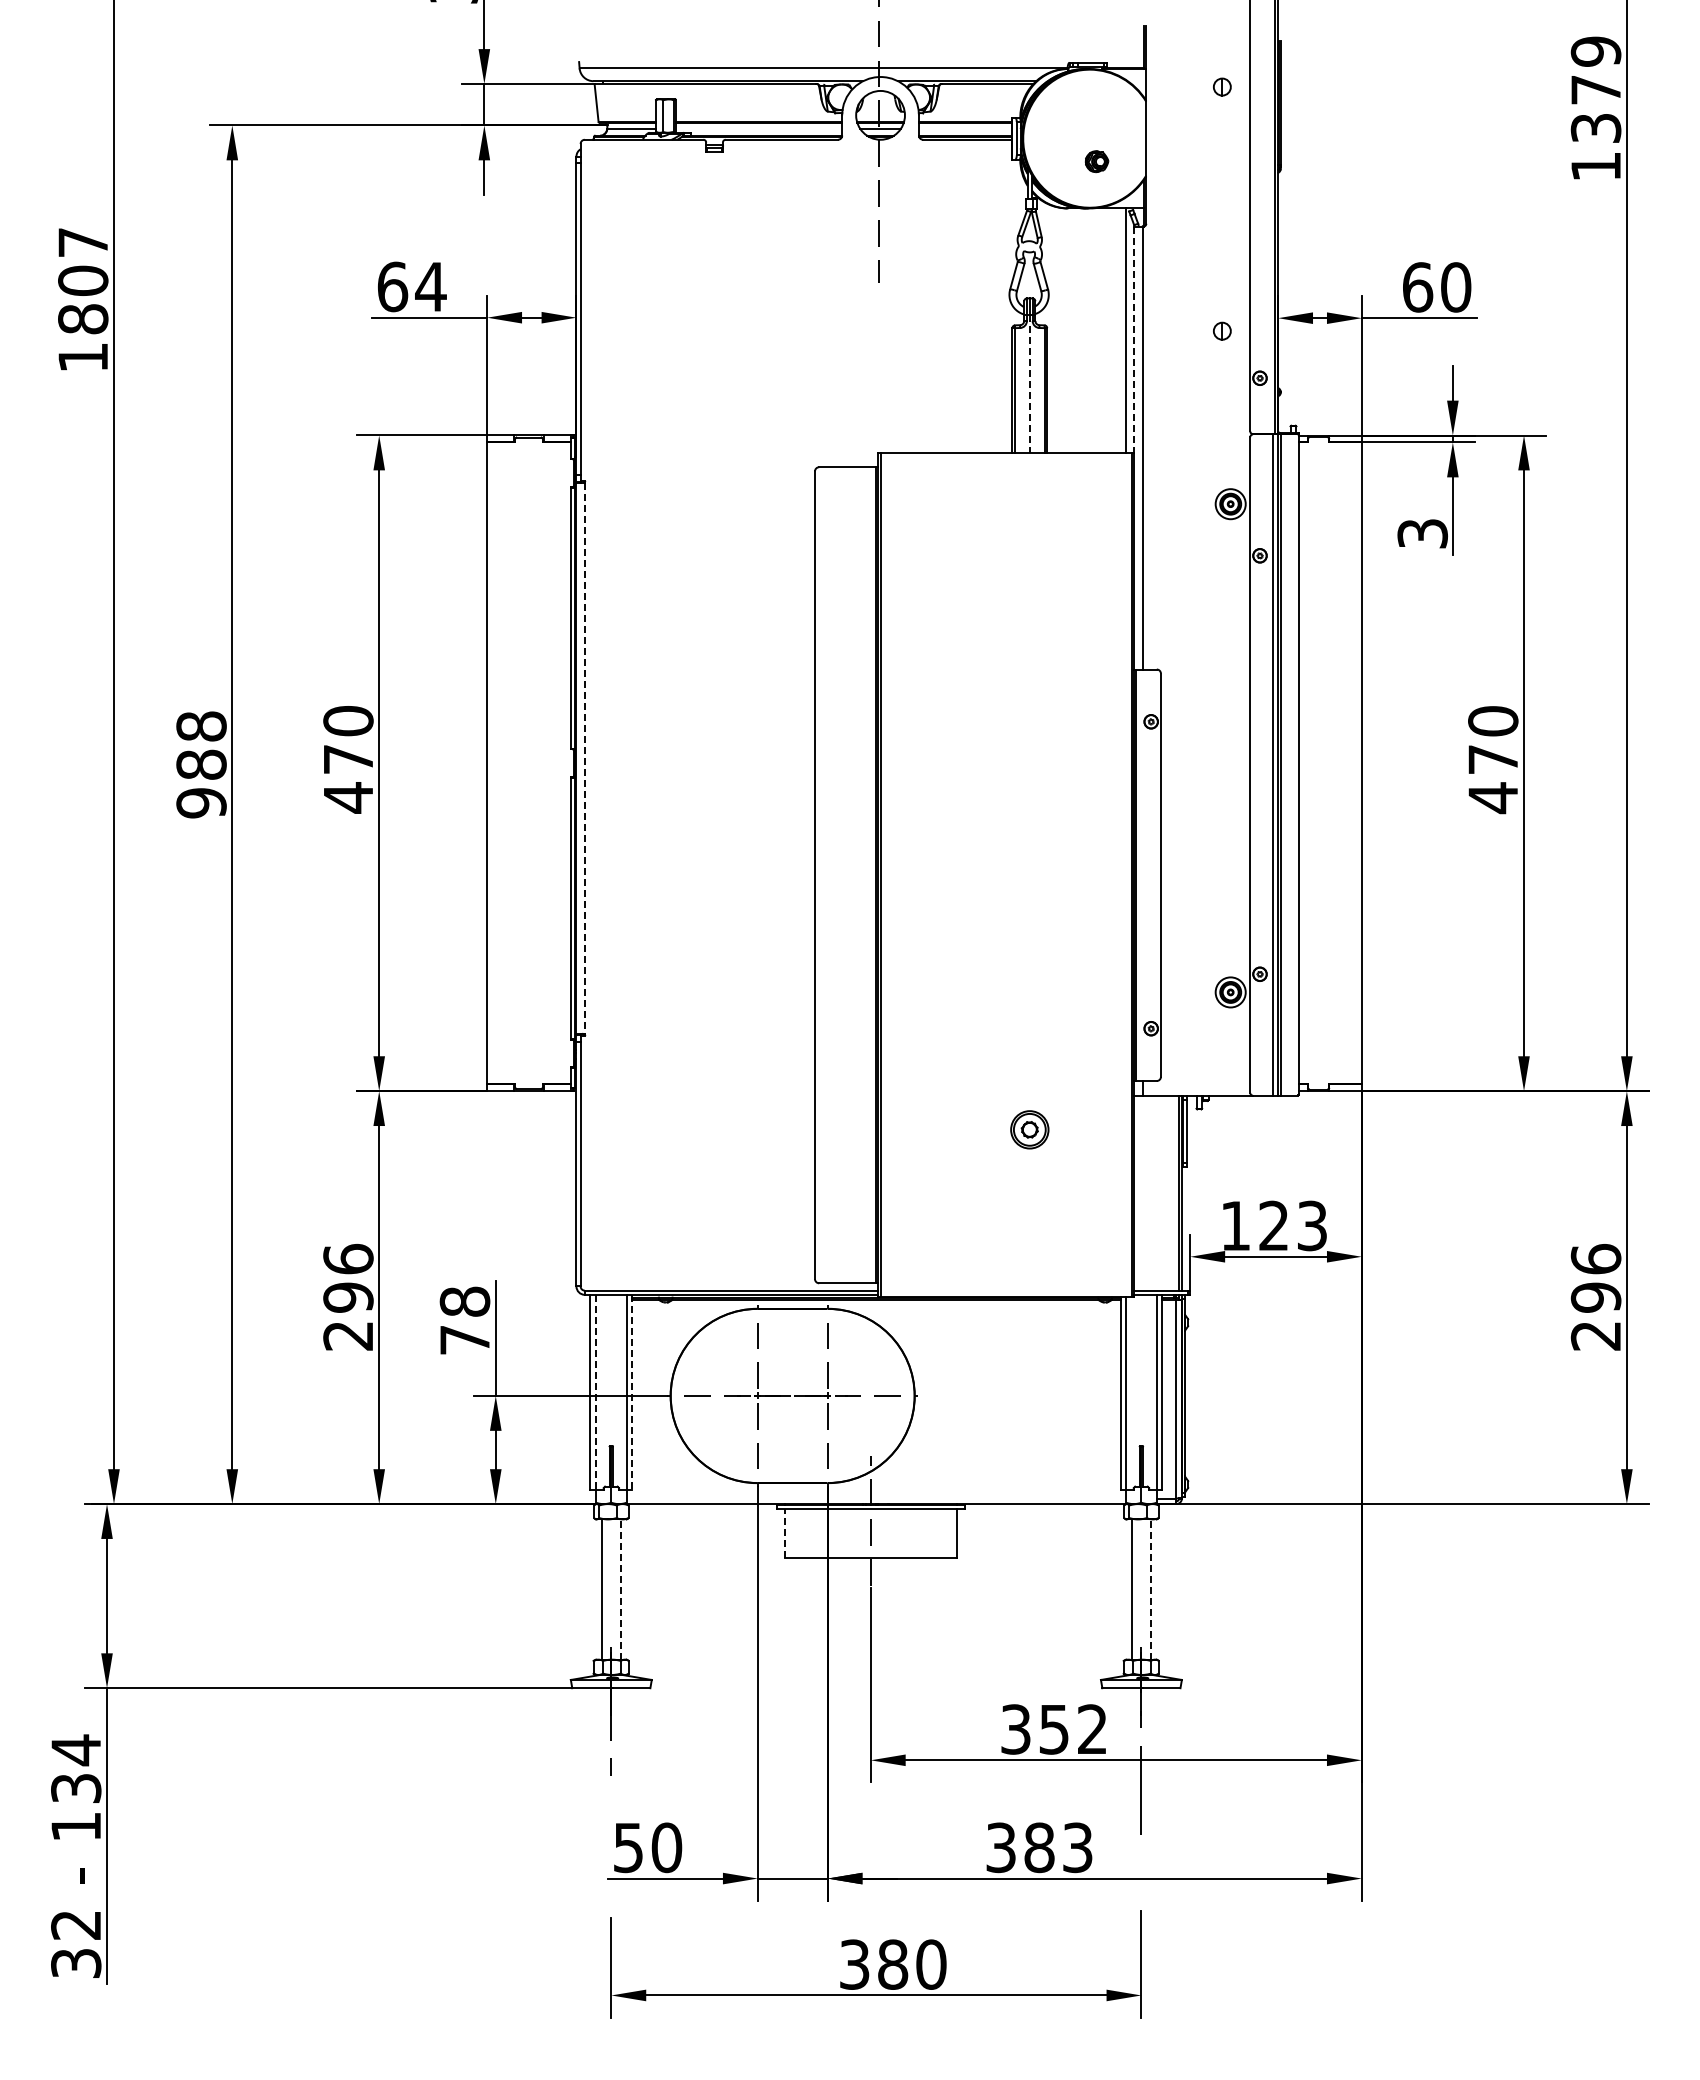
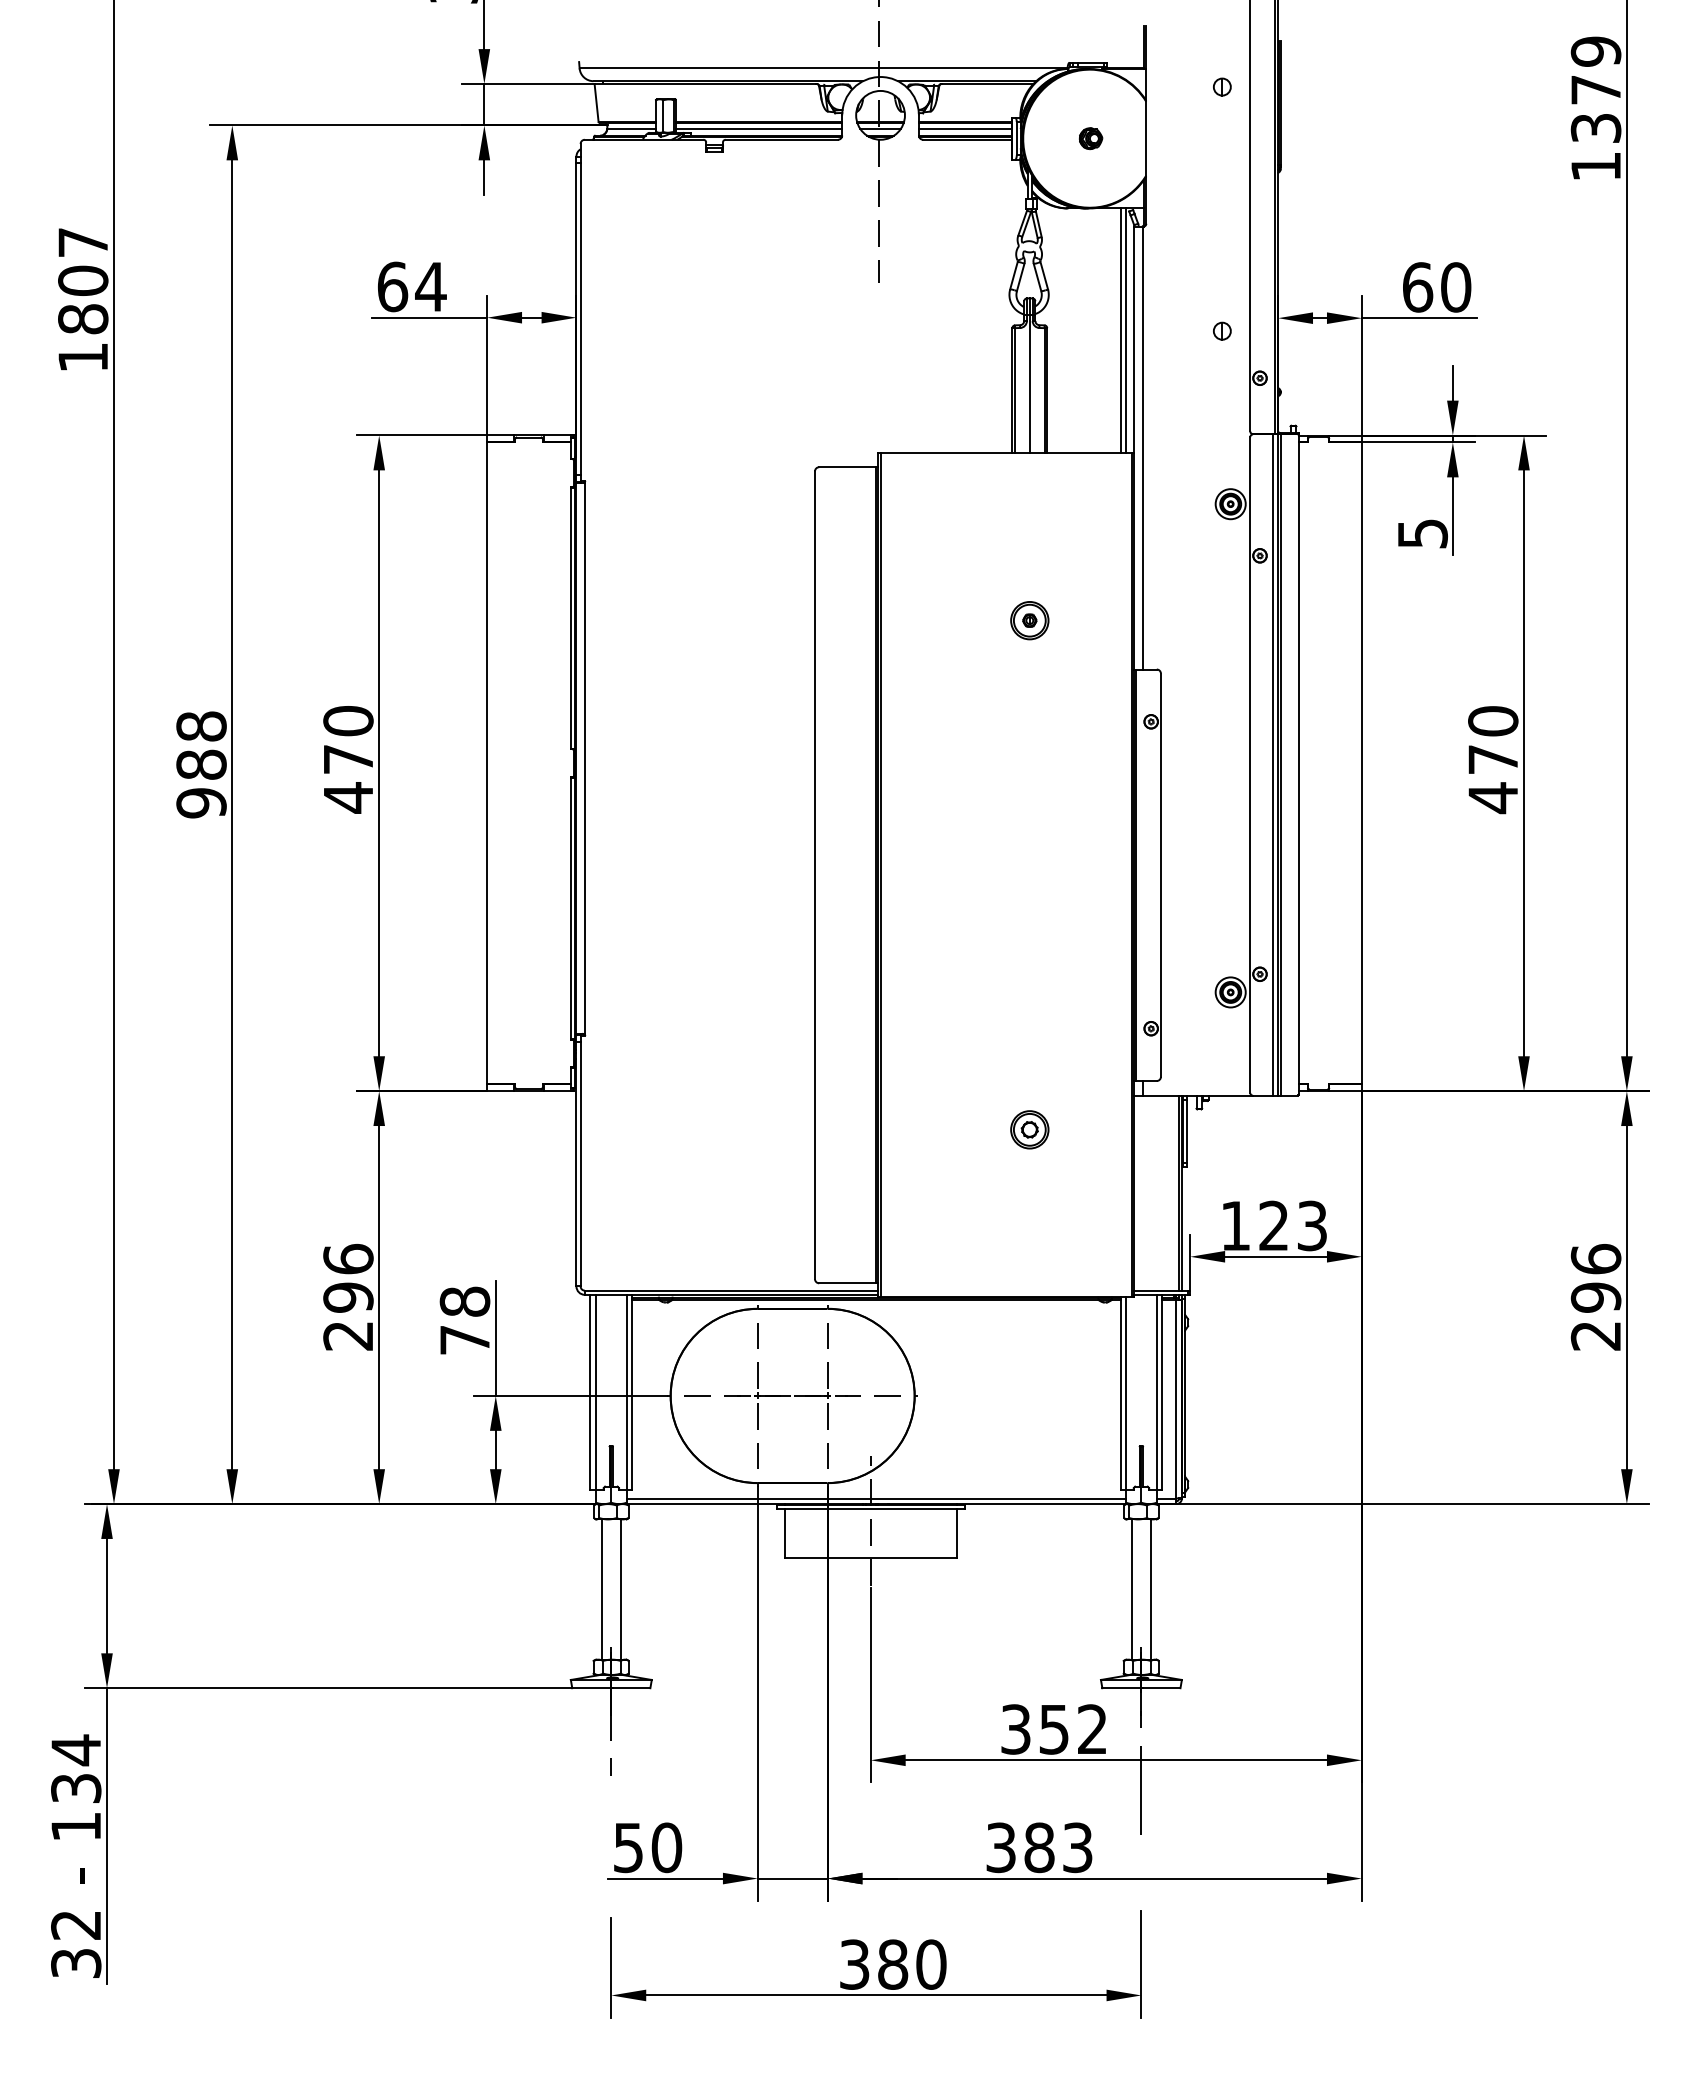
line at (759, 129): none -> present
line at (965, 129): none -> present
part at (1097, 161) position: (1097, 161) -> (1091, 138)
line at (1120, 330): none -> present
line at (1134, 340): dashed -> solid
line at (1029, 384): dashed -> solid
text at (1422, 533): 3 -> 5
part at (1029, 620): none -> present
line at (584, 758): dashed -> solid
line at (595, 1392): dashed -> solid
line at (632, 1392): dashed -> solid
line at (876, 1498): none -> present
line at (785, 1532): dashed -> solid
line at (621, 1589): dashed -> solid
line at (1151, 1589): dashed -> solid
